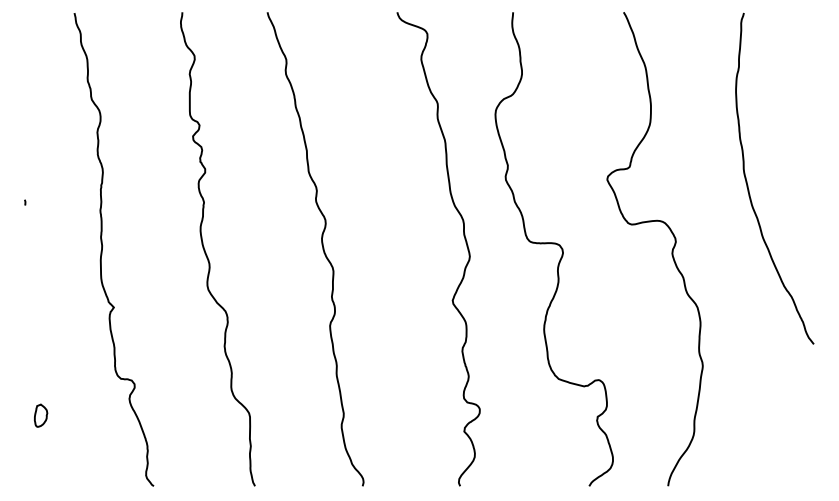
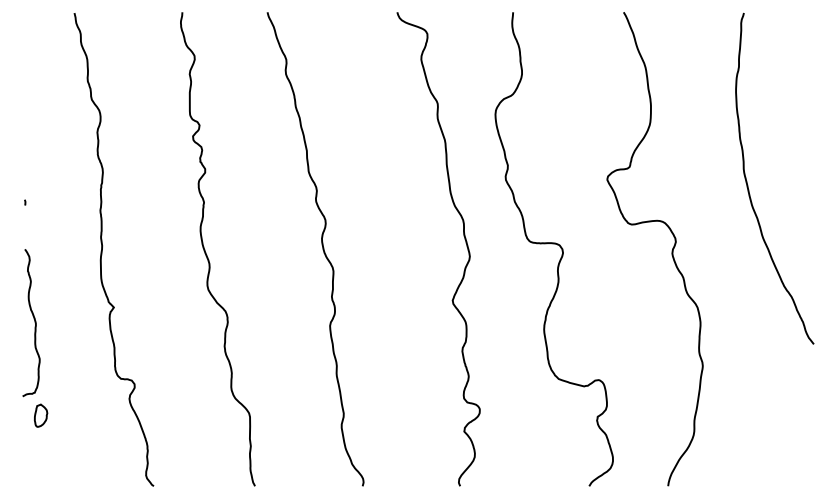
curve at (34, 322): none -> present
